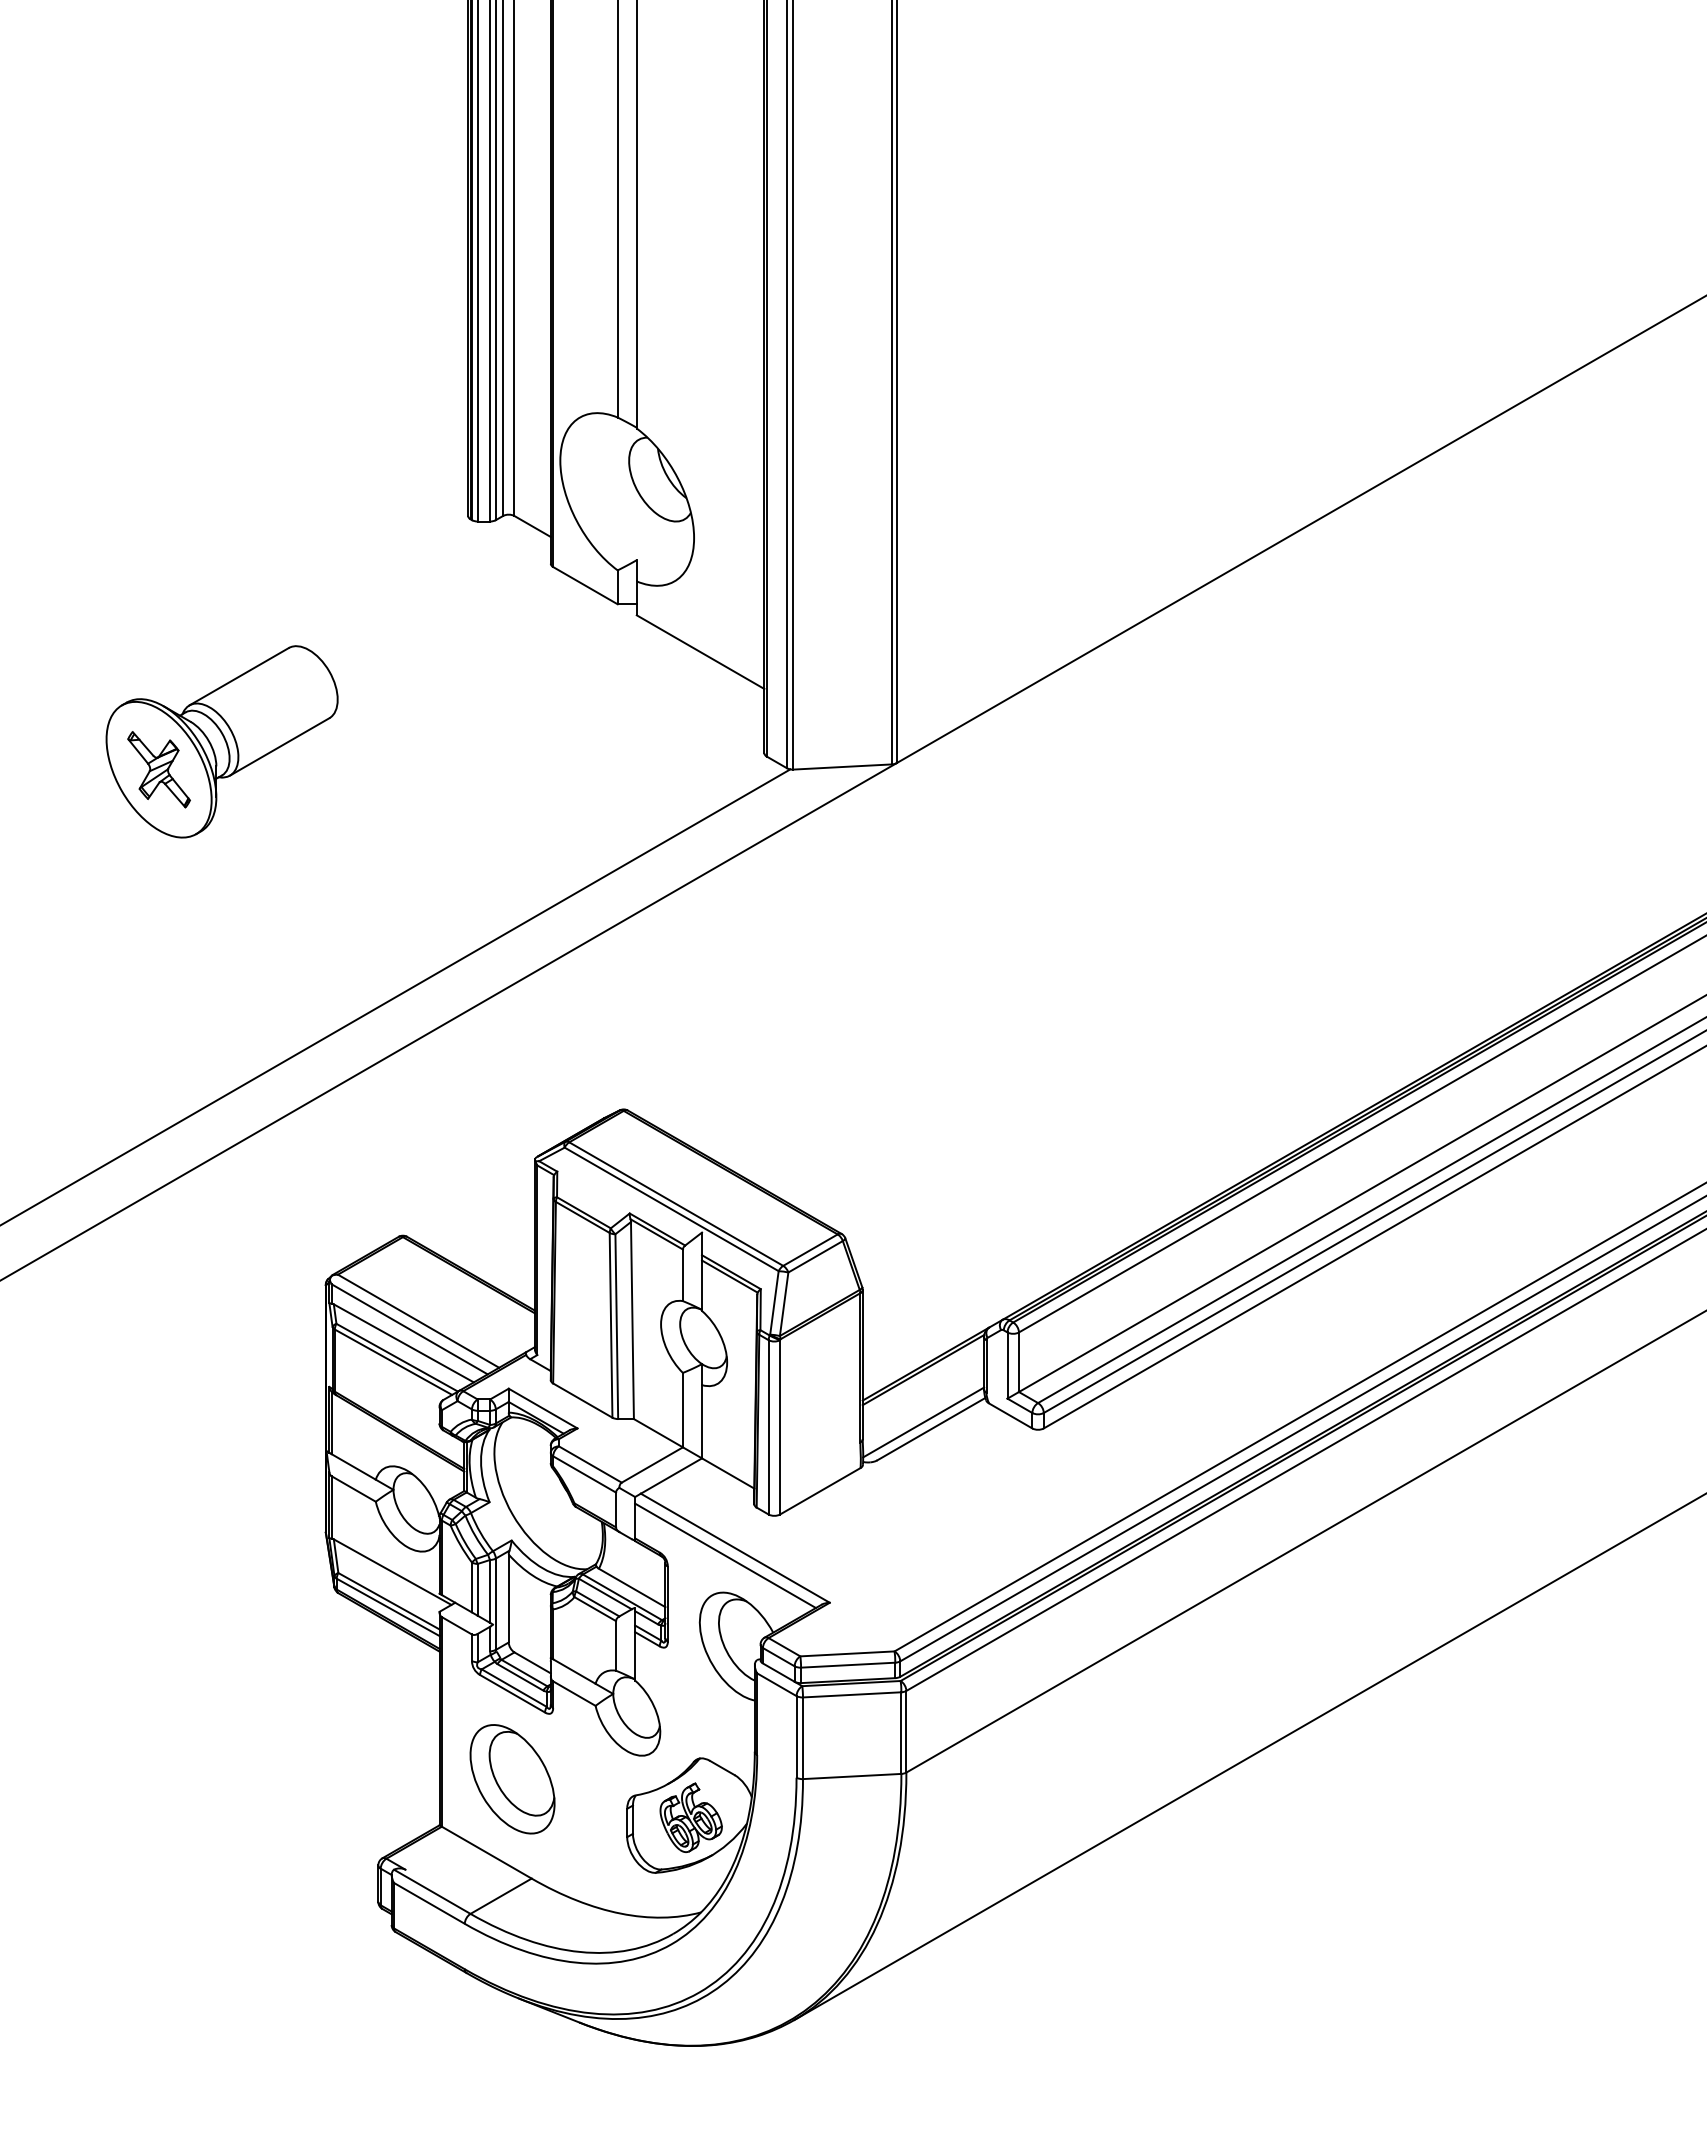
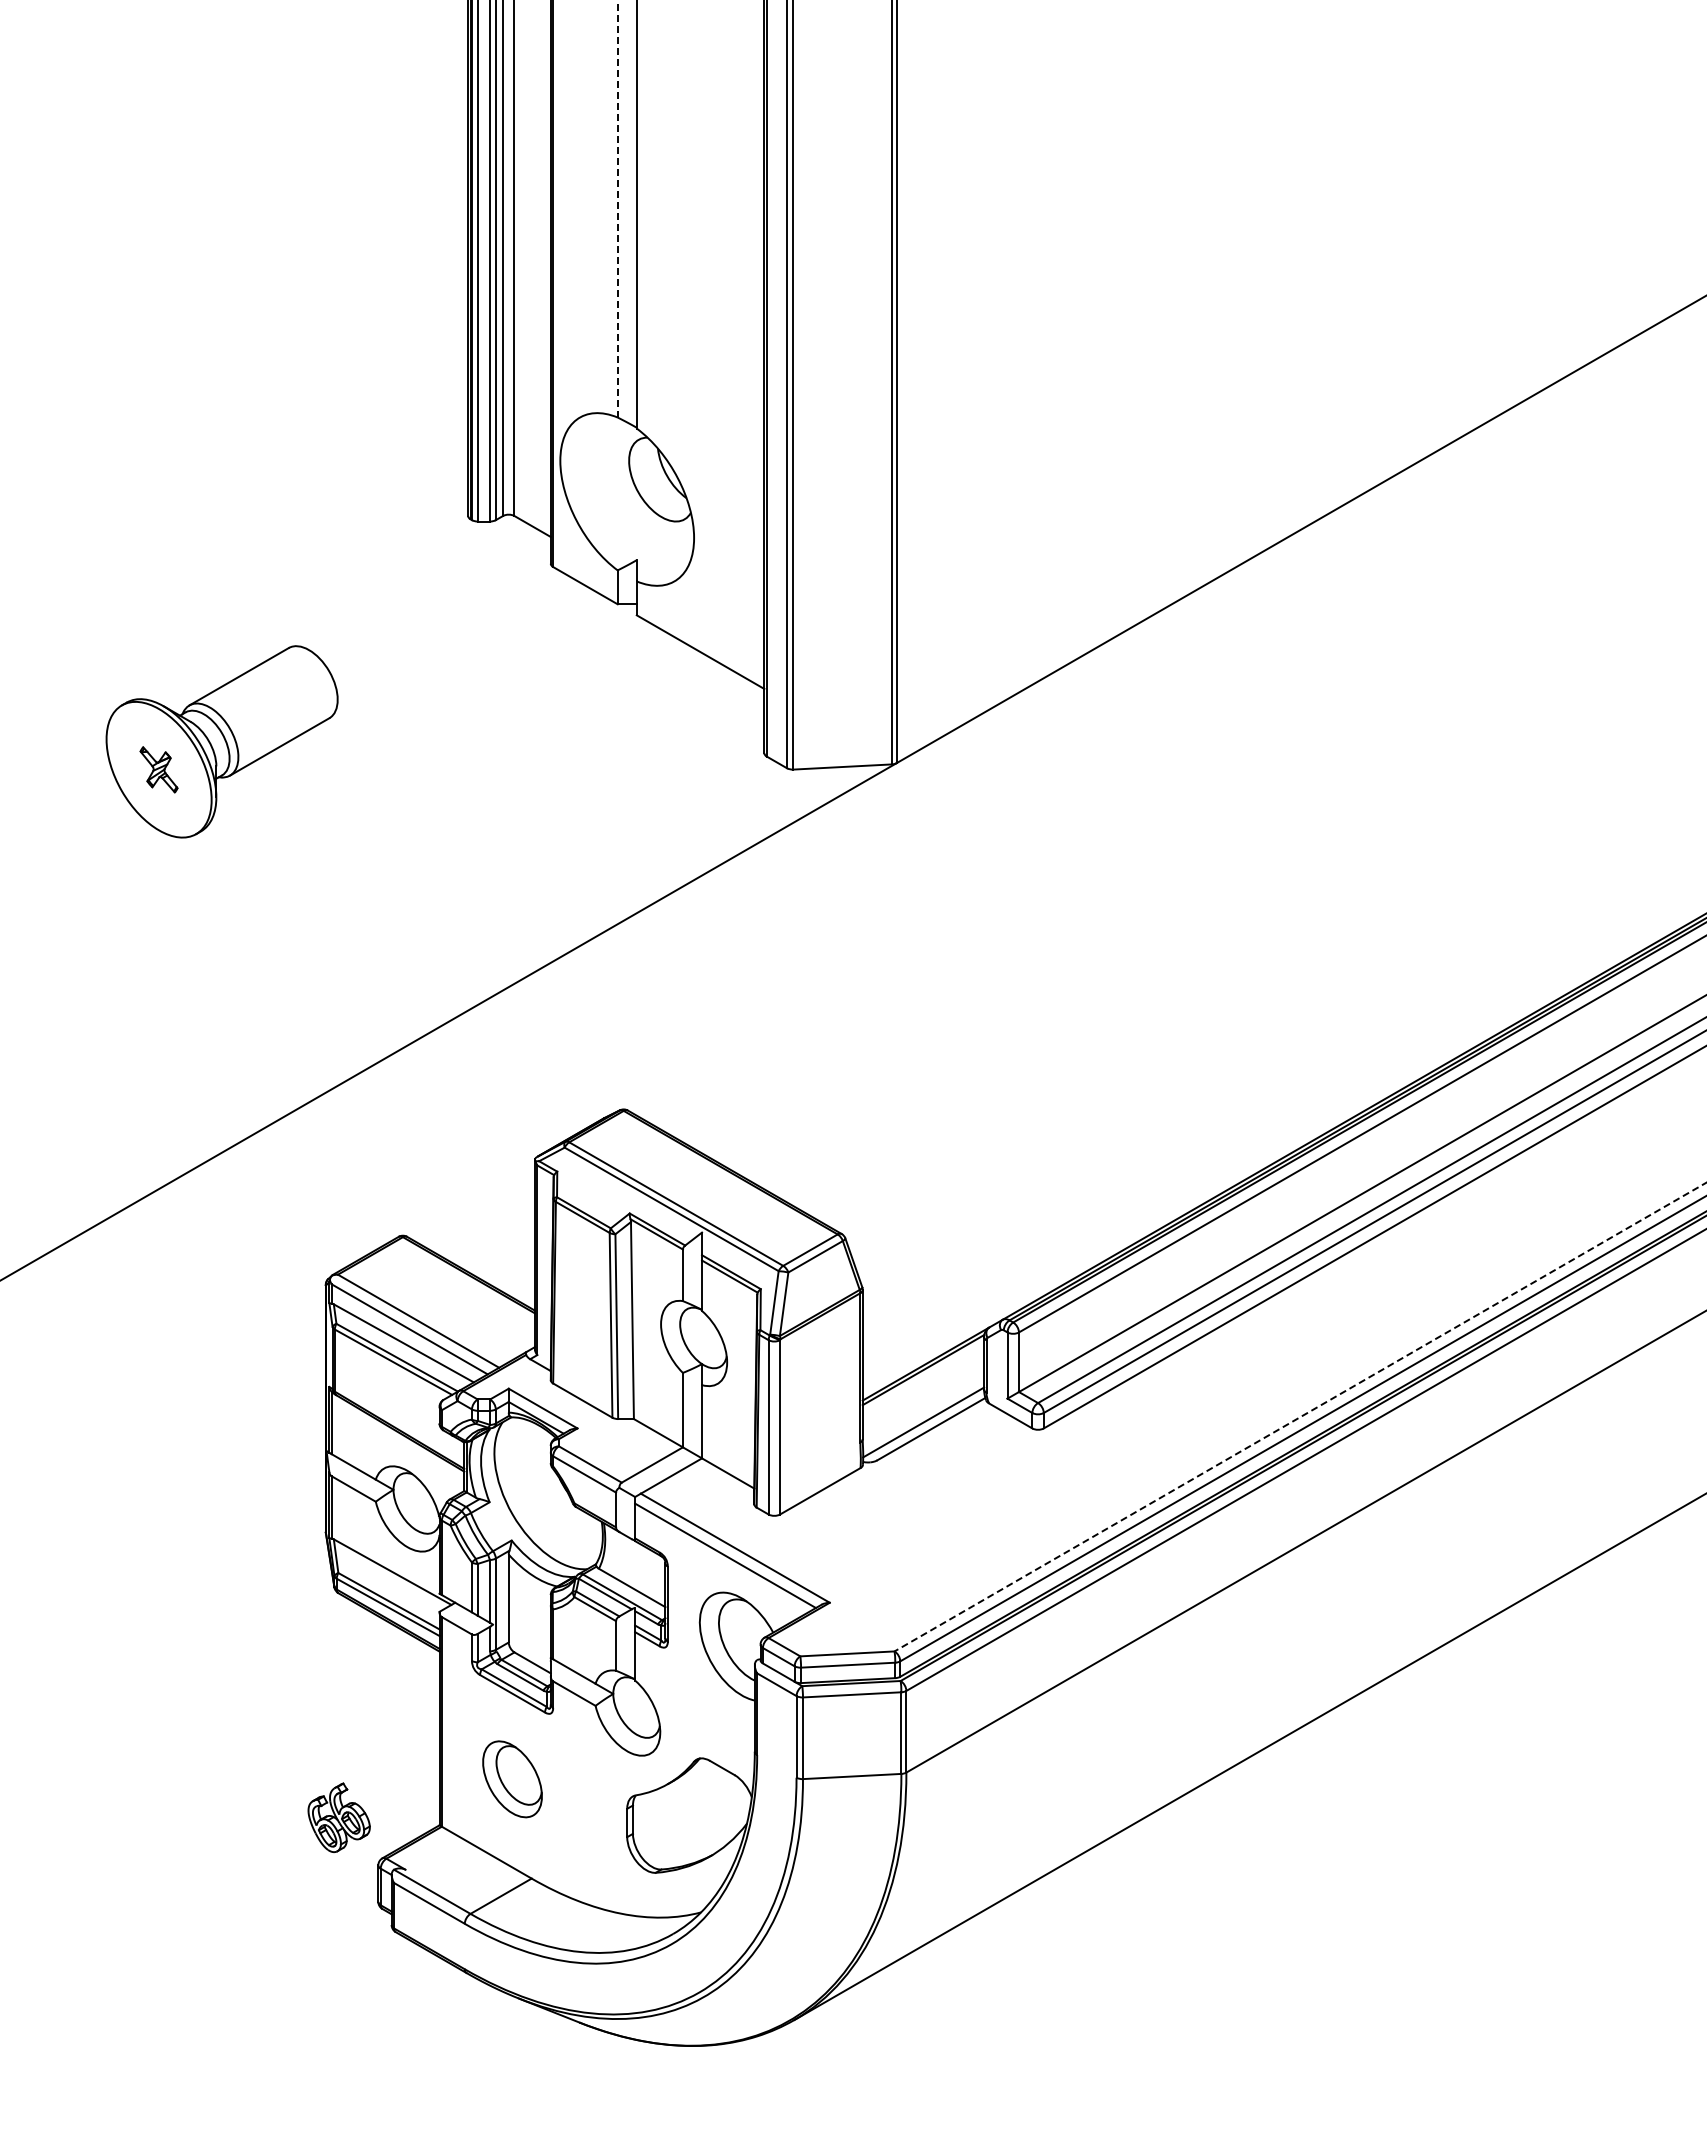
line at (617, 208): solid -> dashed
part at (158, 769) size: 64x78 px -> 40x48 px
line at (396, 996): present -> none
line at (1300, 1417): solid -> dashed
part at (512, 1779) size: 87x111 px -> 61x79 px
part at (690, 1817) position: (690, 1817) -> (338, 1817)
